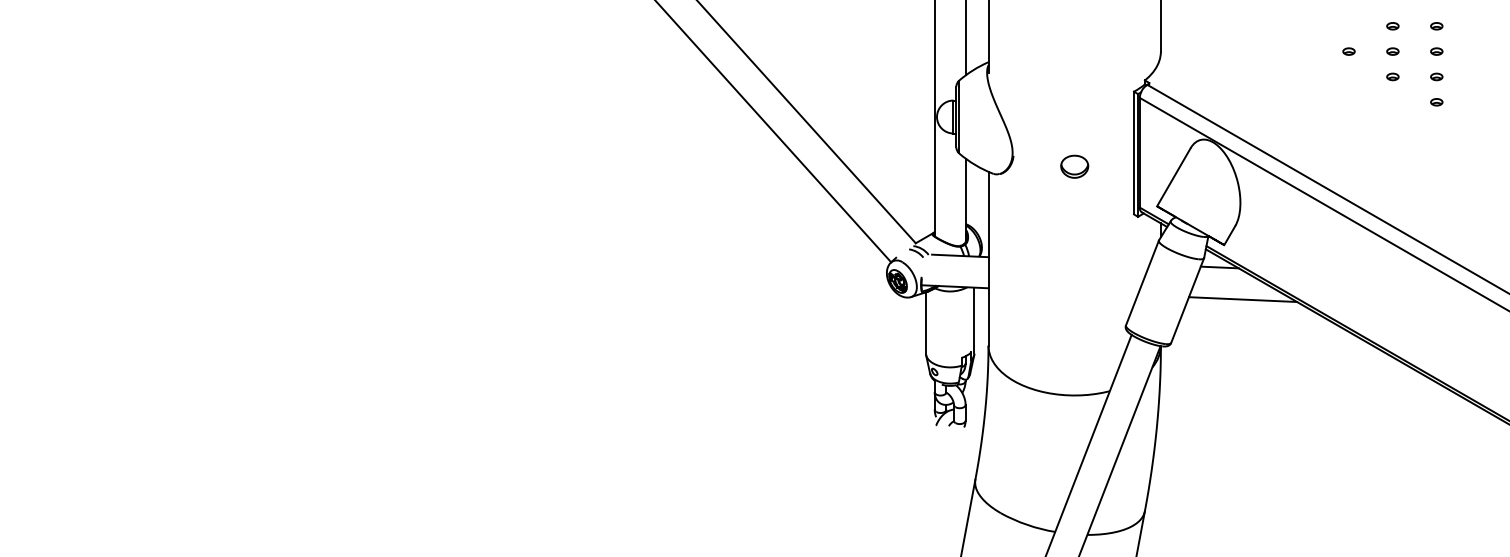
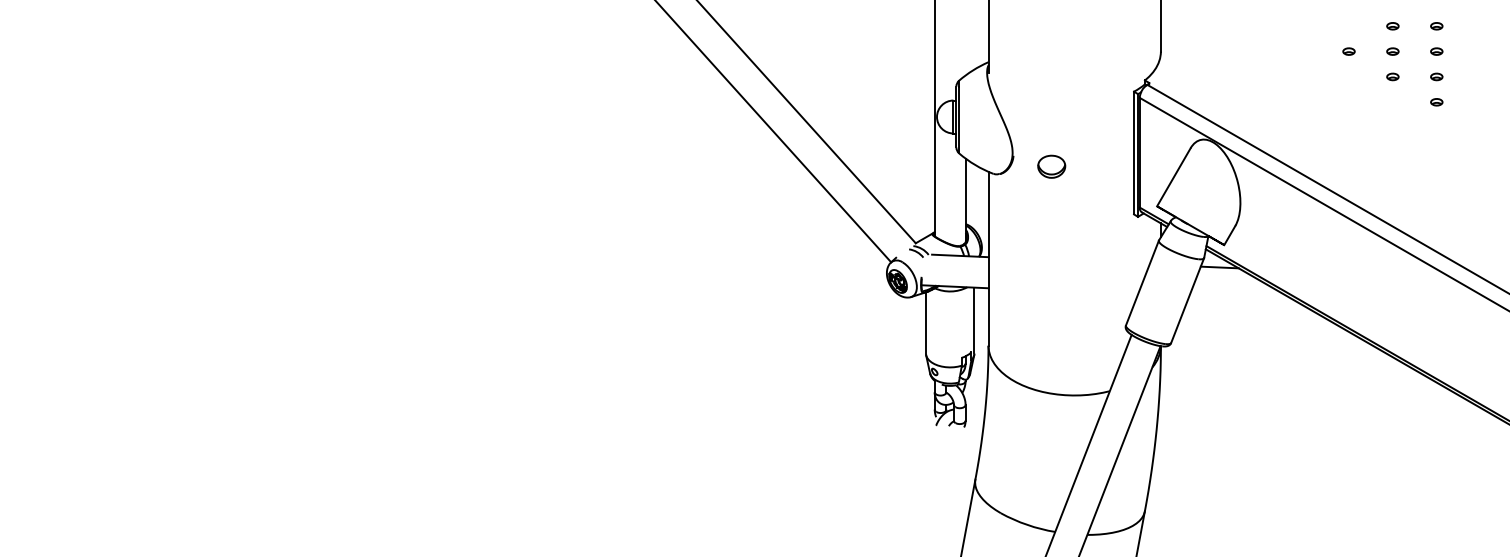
line at (965, 38): present -> none
part at (1074, 166) position: (1074, 166) -> (1051, 166)
line at (1242, 299): present -> none
